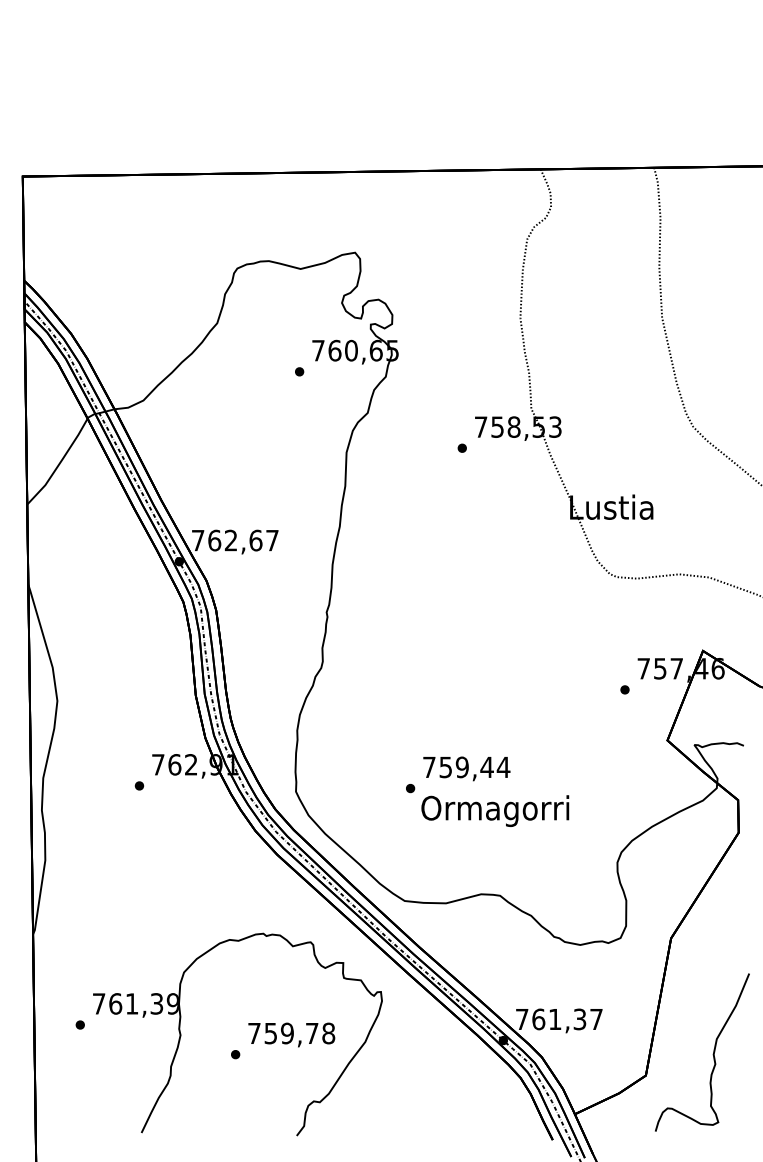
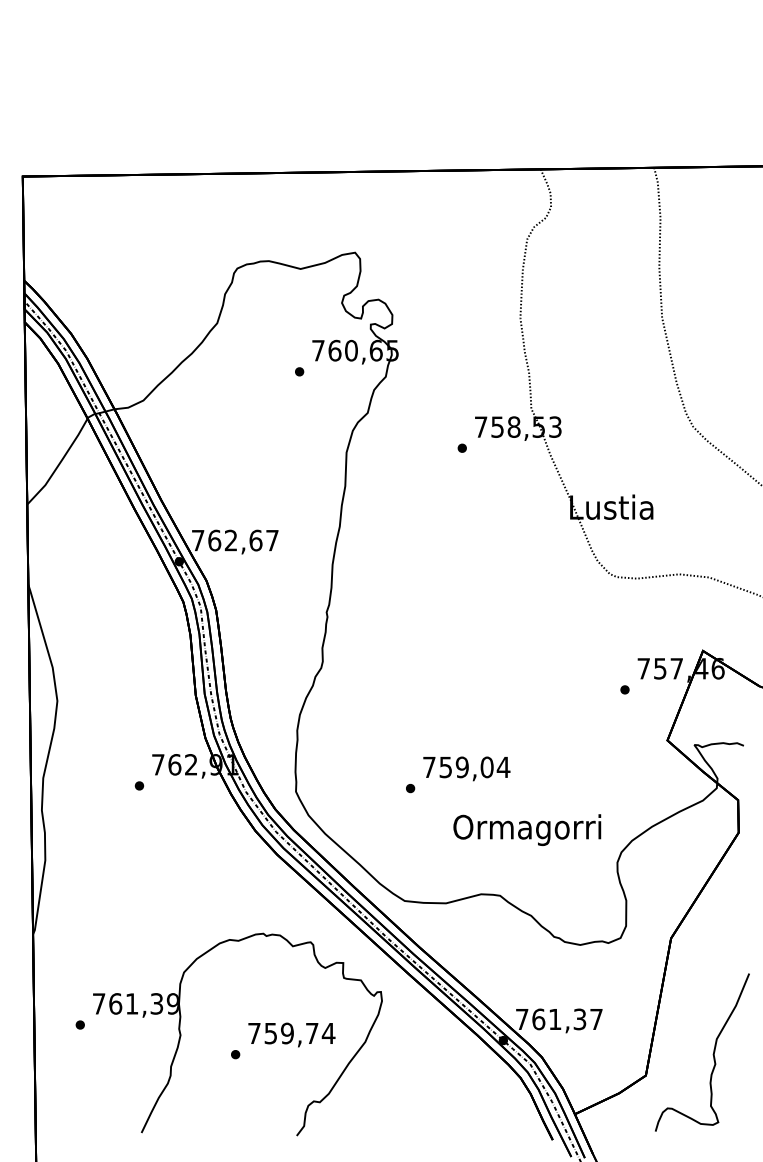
text at (486, 767): 759,44 -> 759,04
text at (495, 810) position: (495, 810) -> (527, 829)
text at (328, 1033): 759,78 -> 759,74
